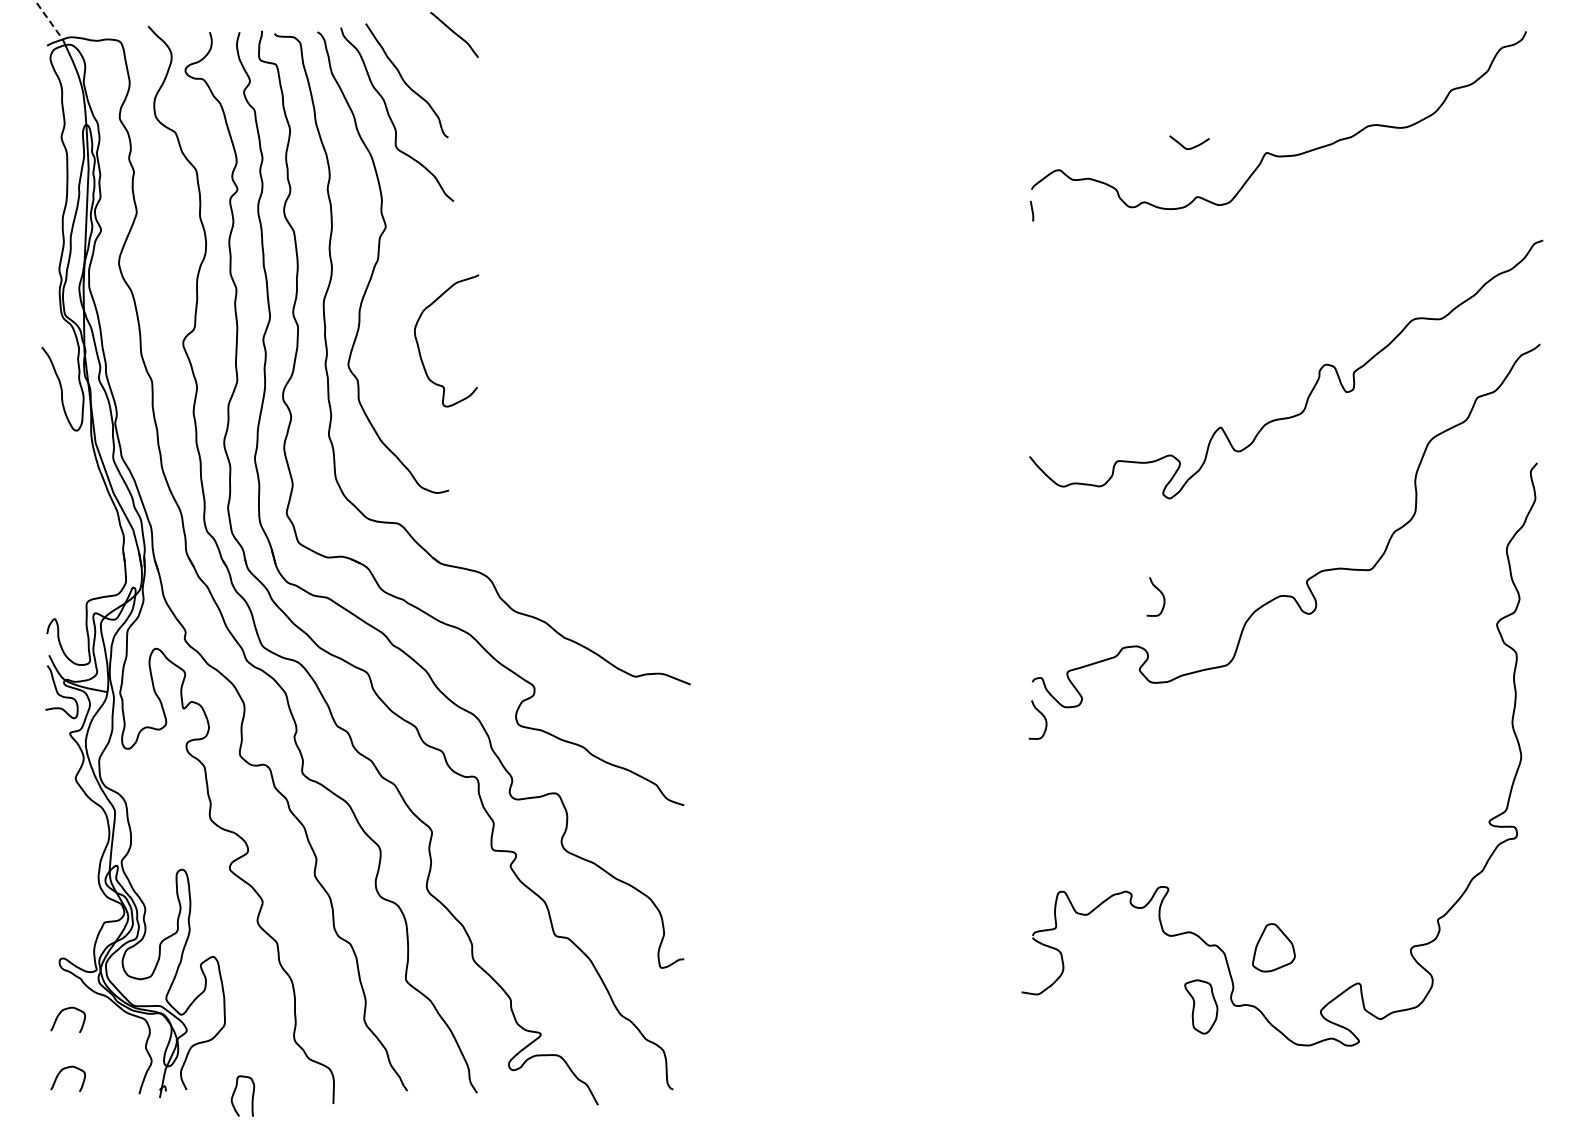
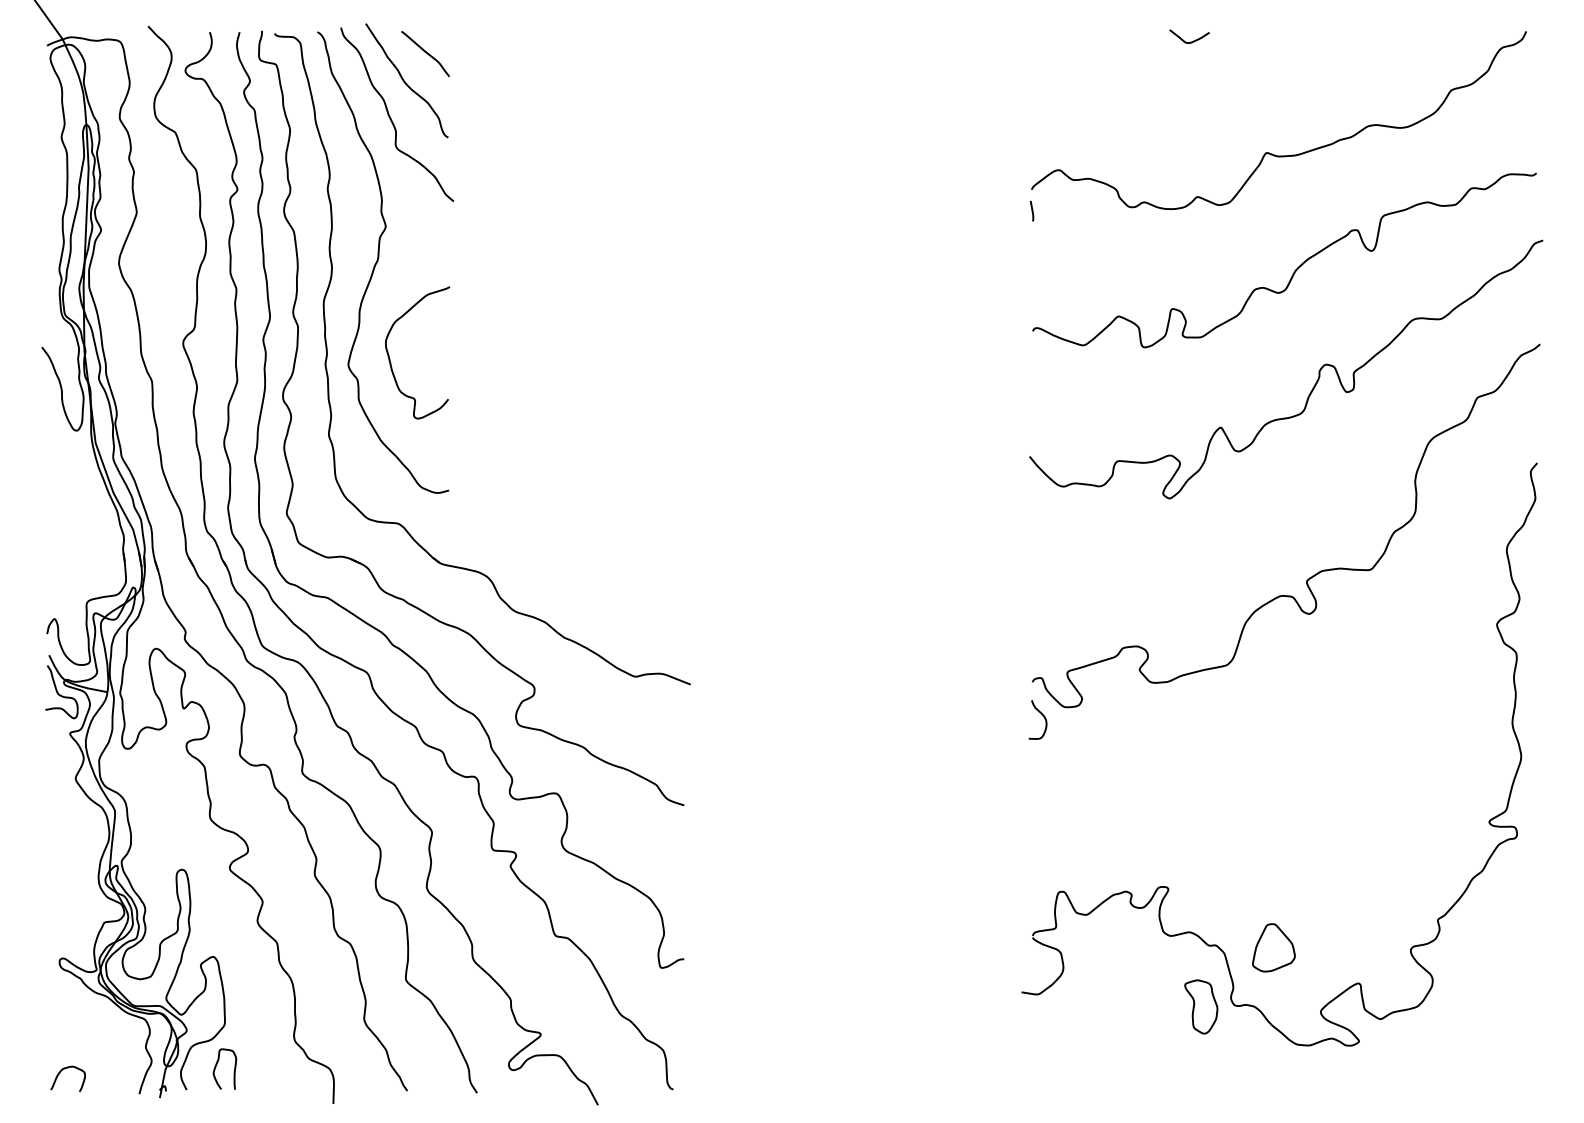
line at (48, 20): dashed -> solid
curve at (454, 33) position: (454, 33) -> (425, 52)
curve at (1190, 147) position: (1190, 147) -> (1190, 41)
curve at (1294, 270): none -> present
curve at (419, 346) position: (419, 346) -> (390, 358)
curve at (1160, 593): present -> none
curve at (60, 1014): present -> none
curve at (235, 1091) position: (235, 1091) -> (217, 1064)
